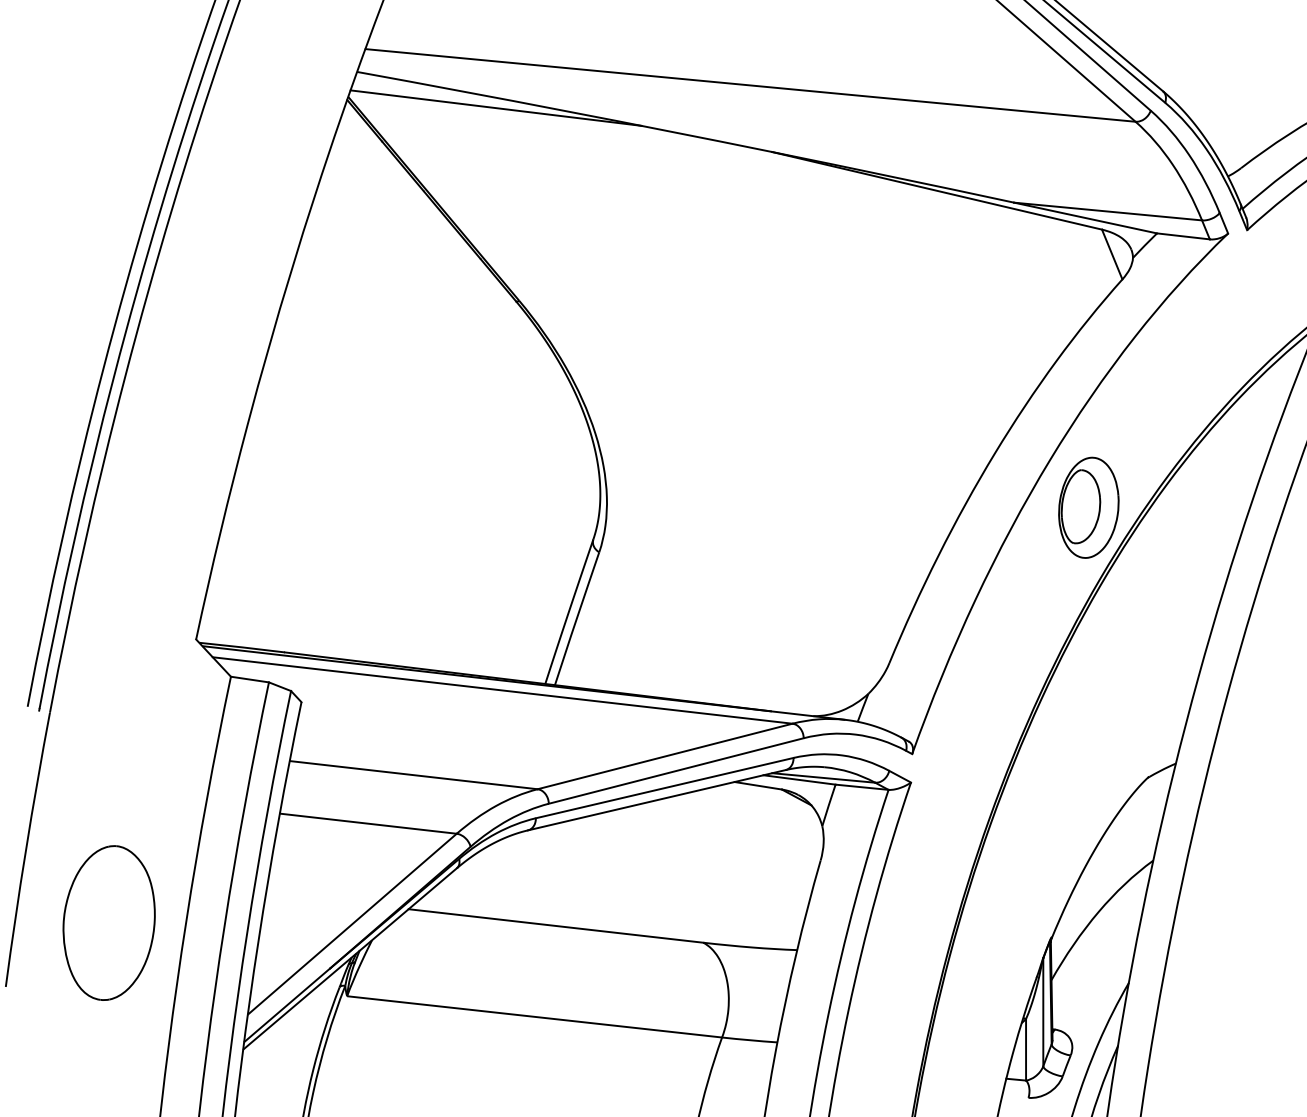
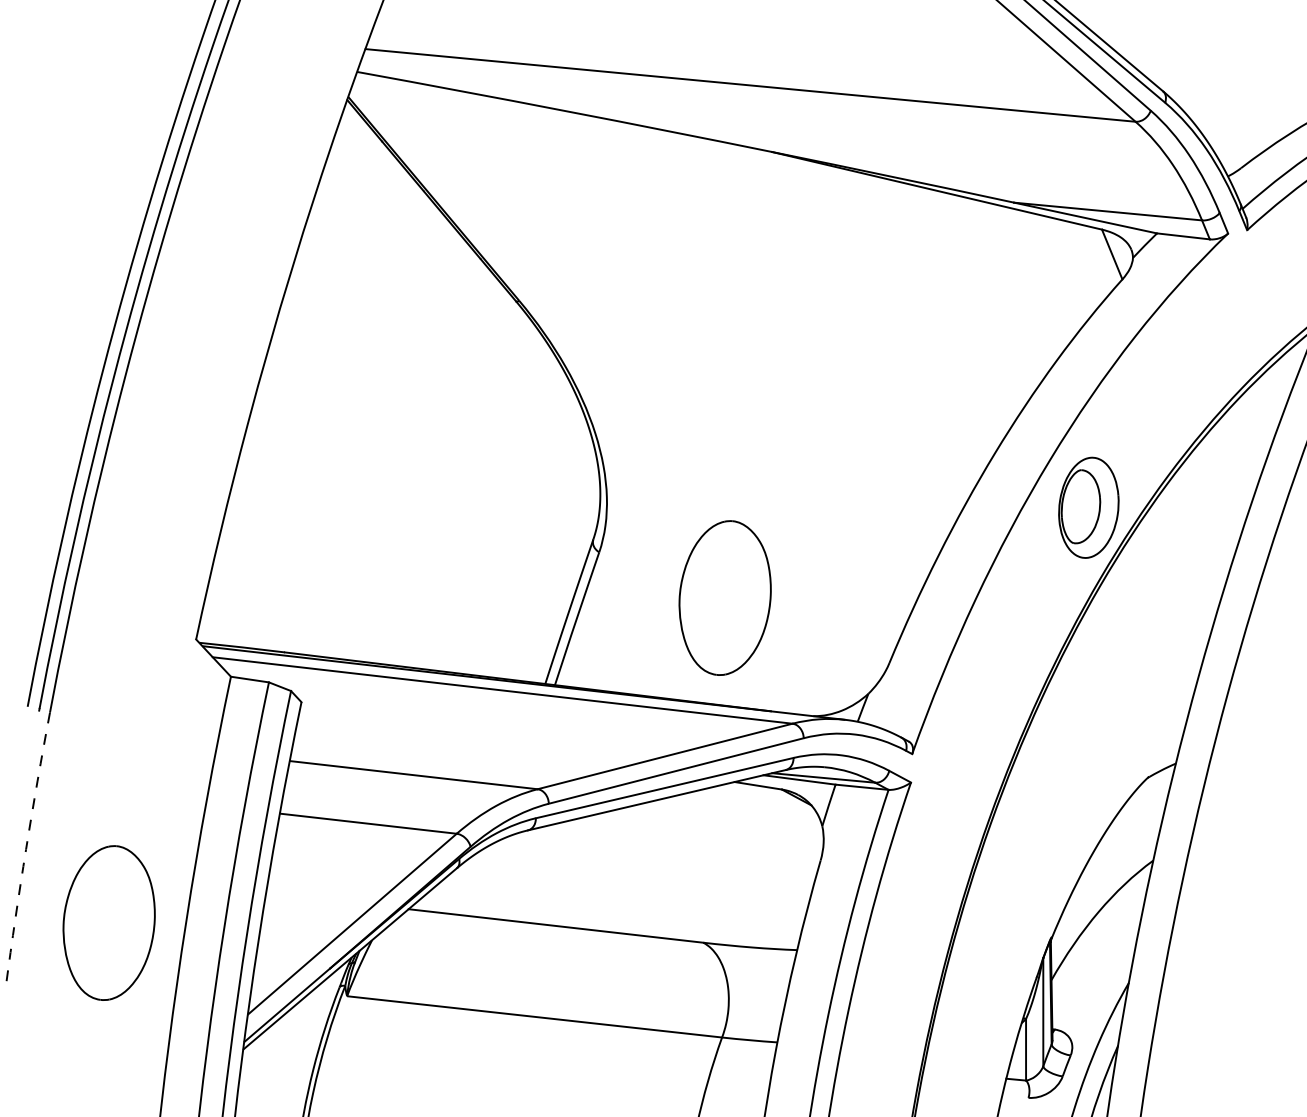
line at (495, 107): present -> none
part at (724, 597): none -> present
arc at (26, 849): solid -> dashed
